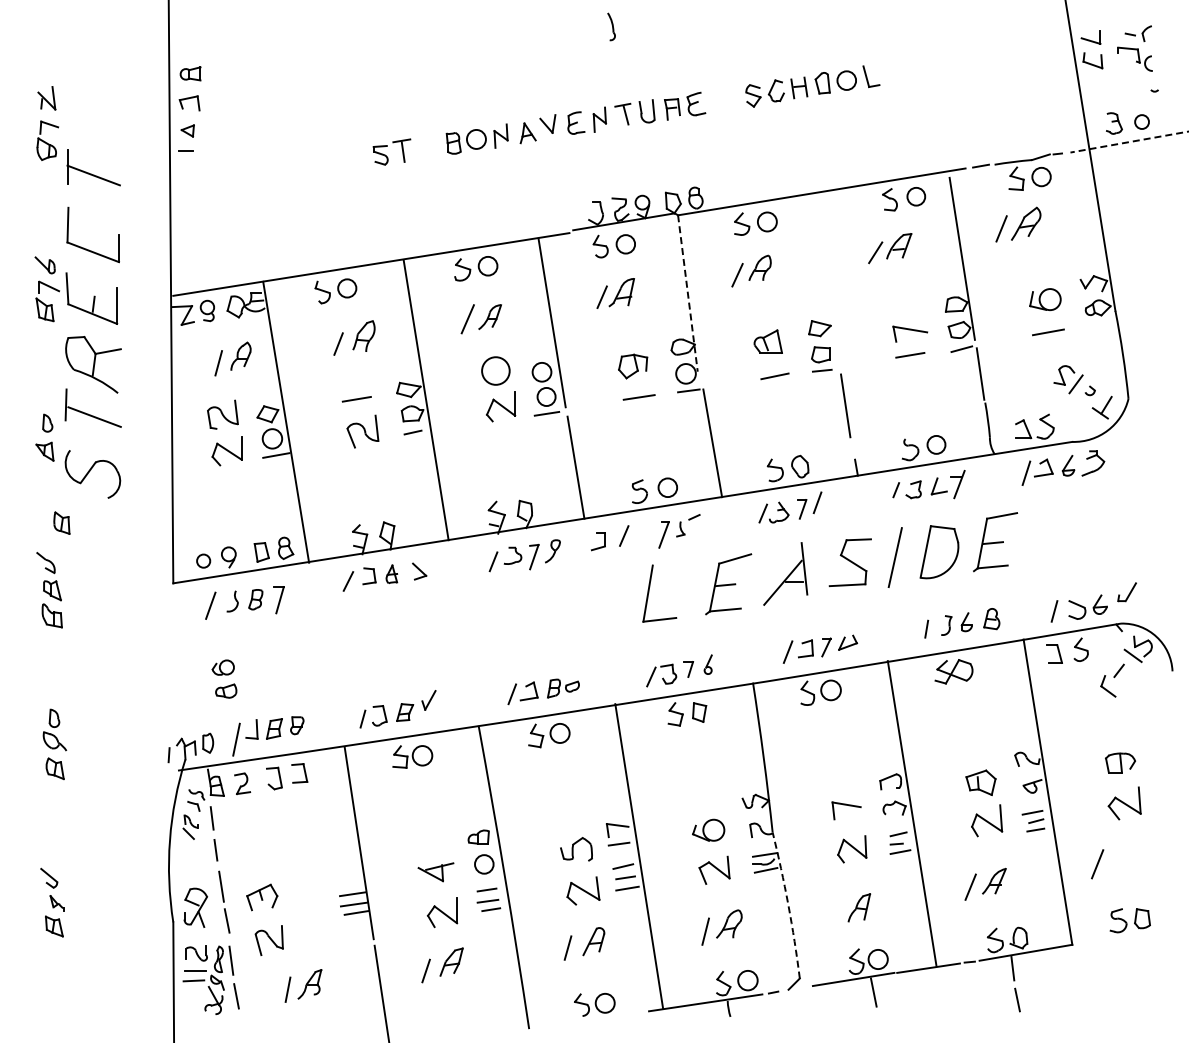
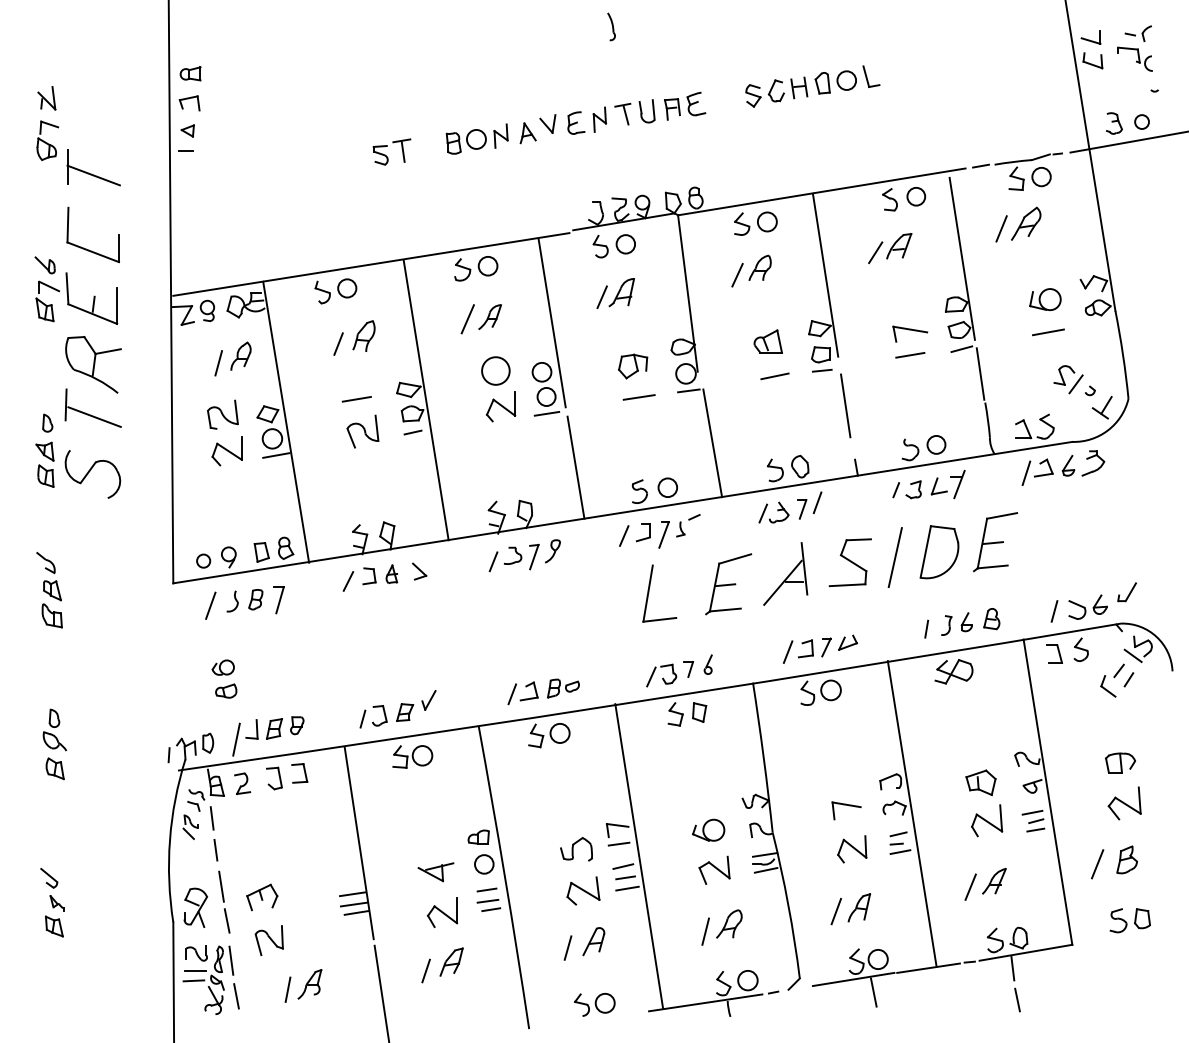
line at (1129, 142): dashed -> solid
line at (825, 274): none -> present
line at (687, 293): dashed -> solid
part at (61, 522) position: (61, 522) -> (45, 475)
part at (597, 541) position: (597, 541) -> (642, 532)
line at (1128, 679): none -> present
part at (1126, 859): none -> present
arc at (788, 905): dashed -> solid
line at (836, 911): none -> present
